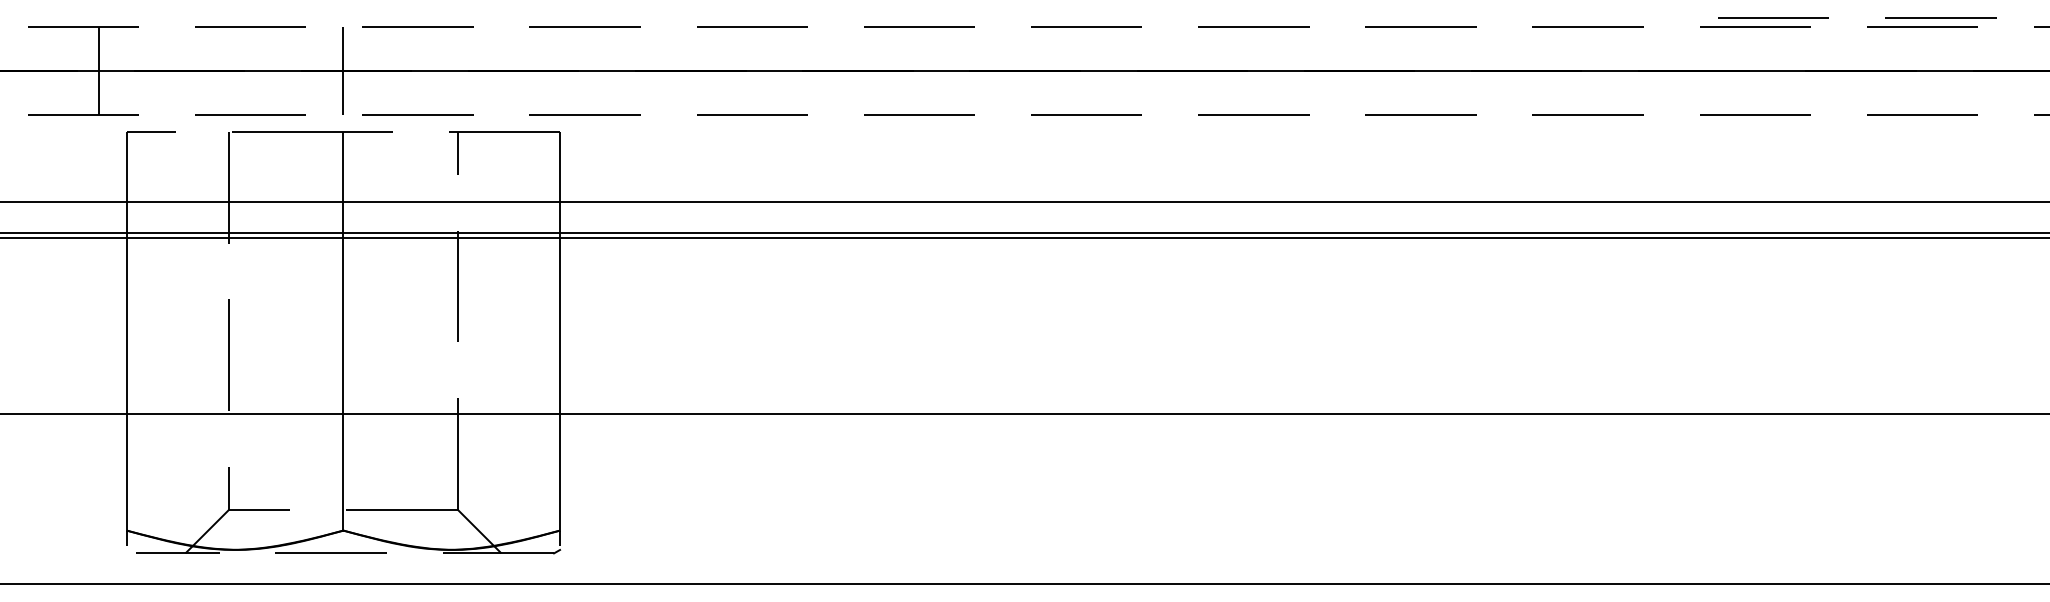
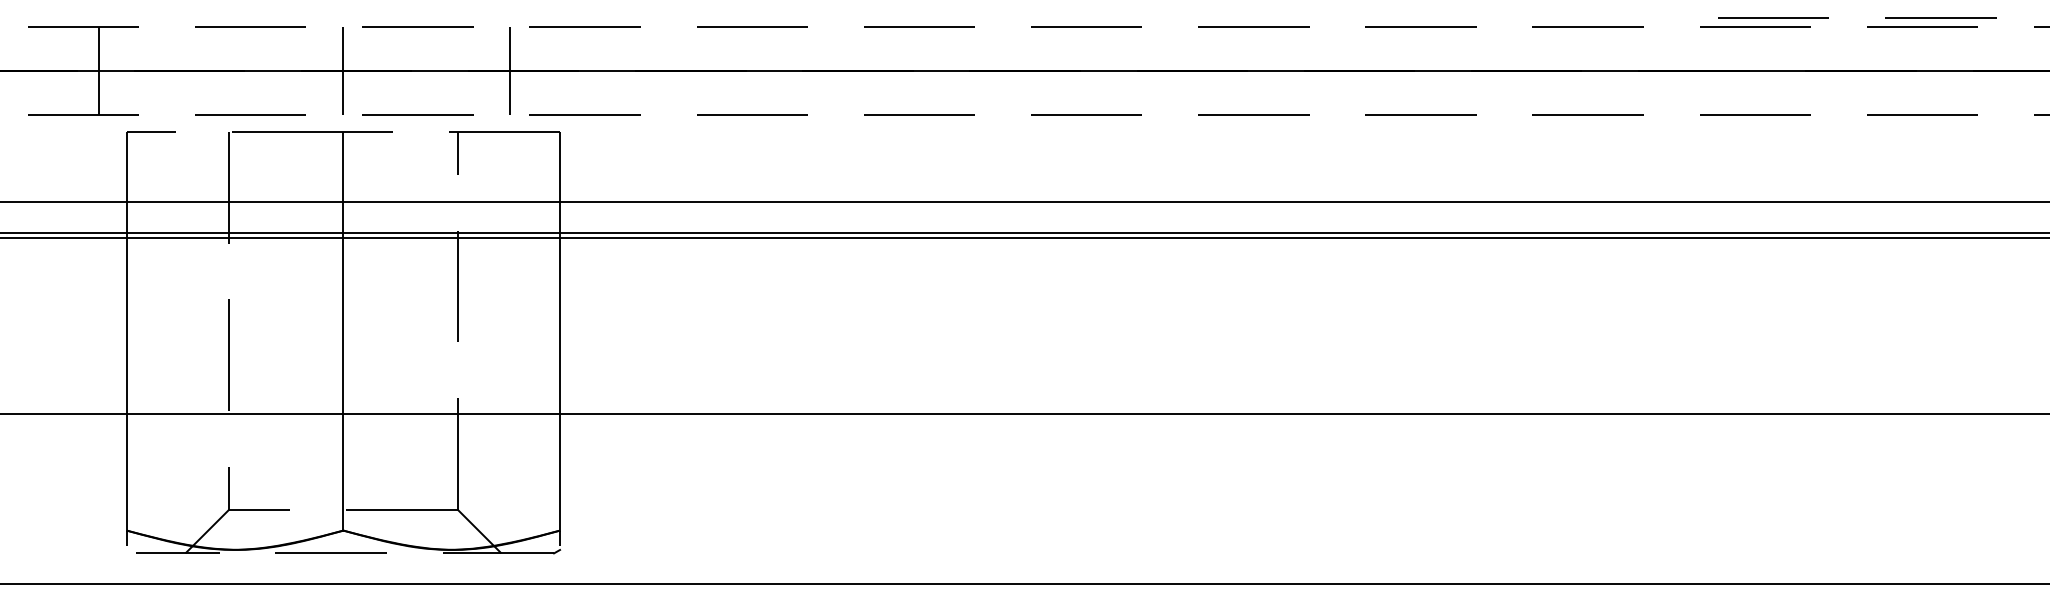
line at (510, 70): none -> present
